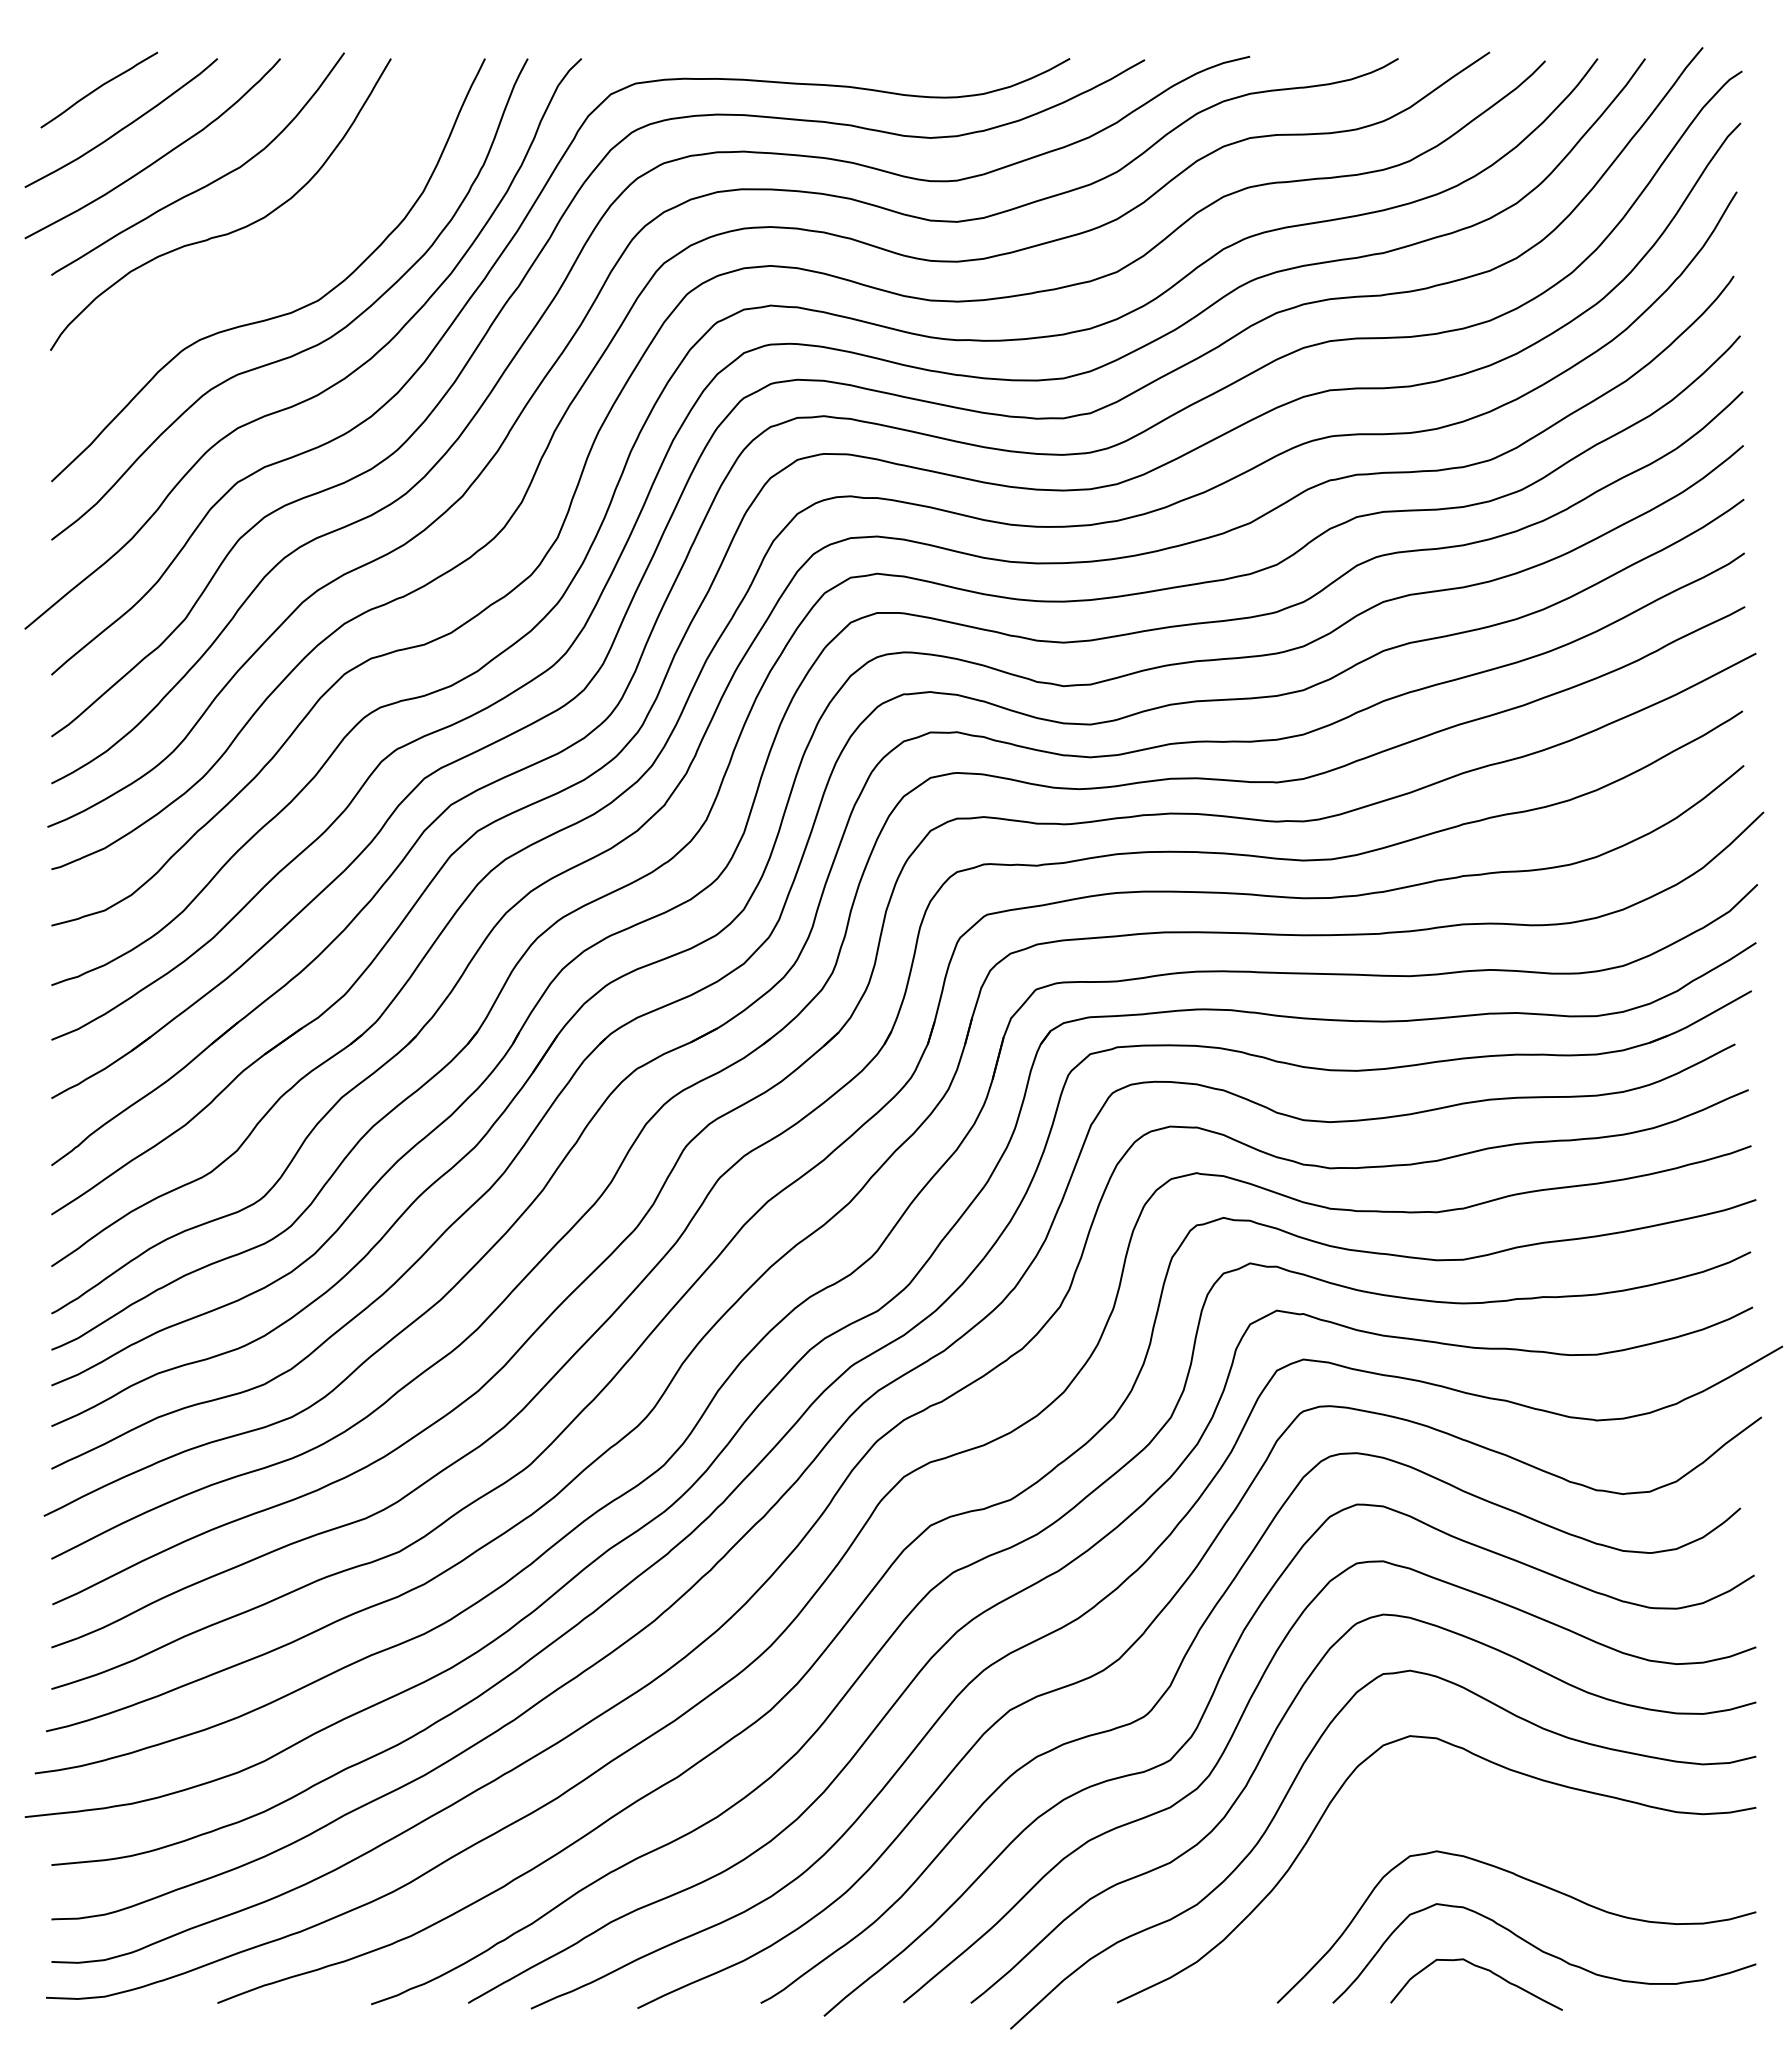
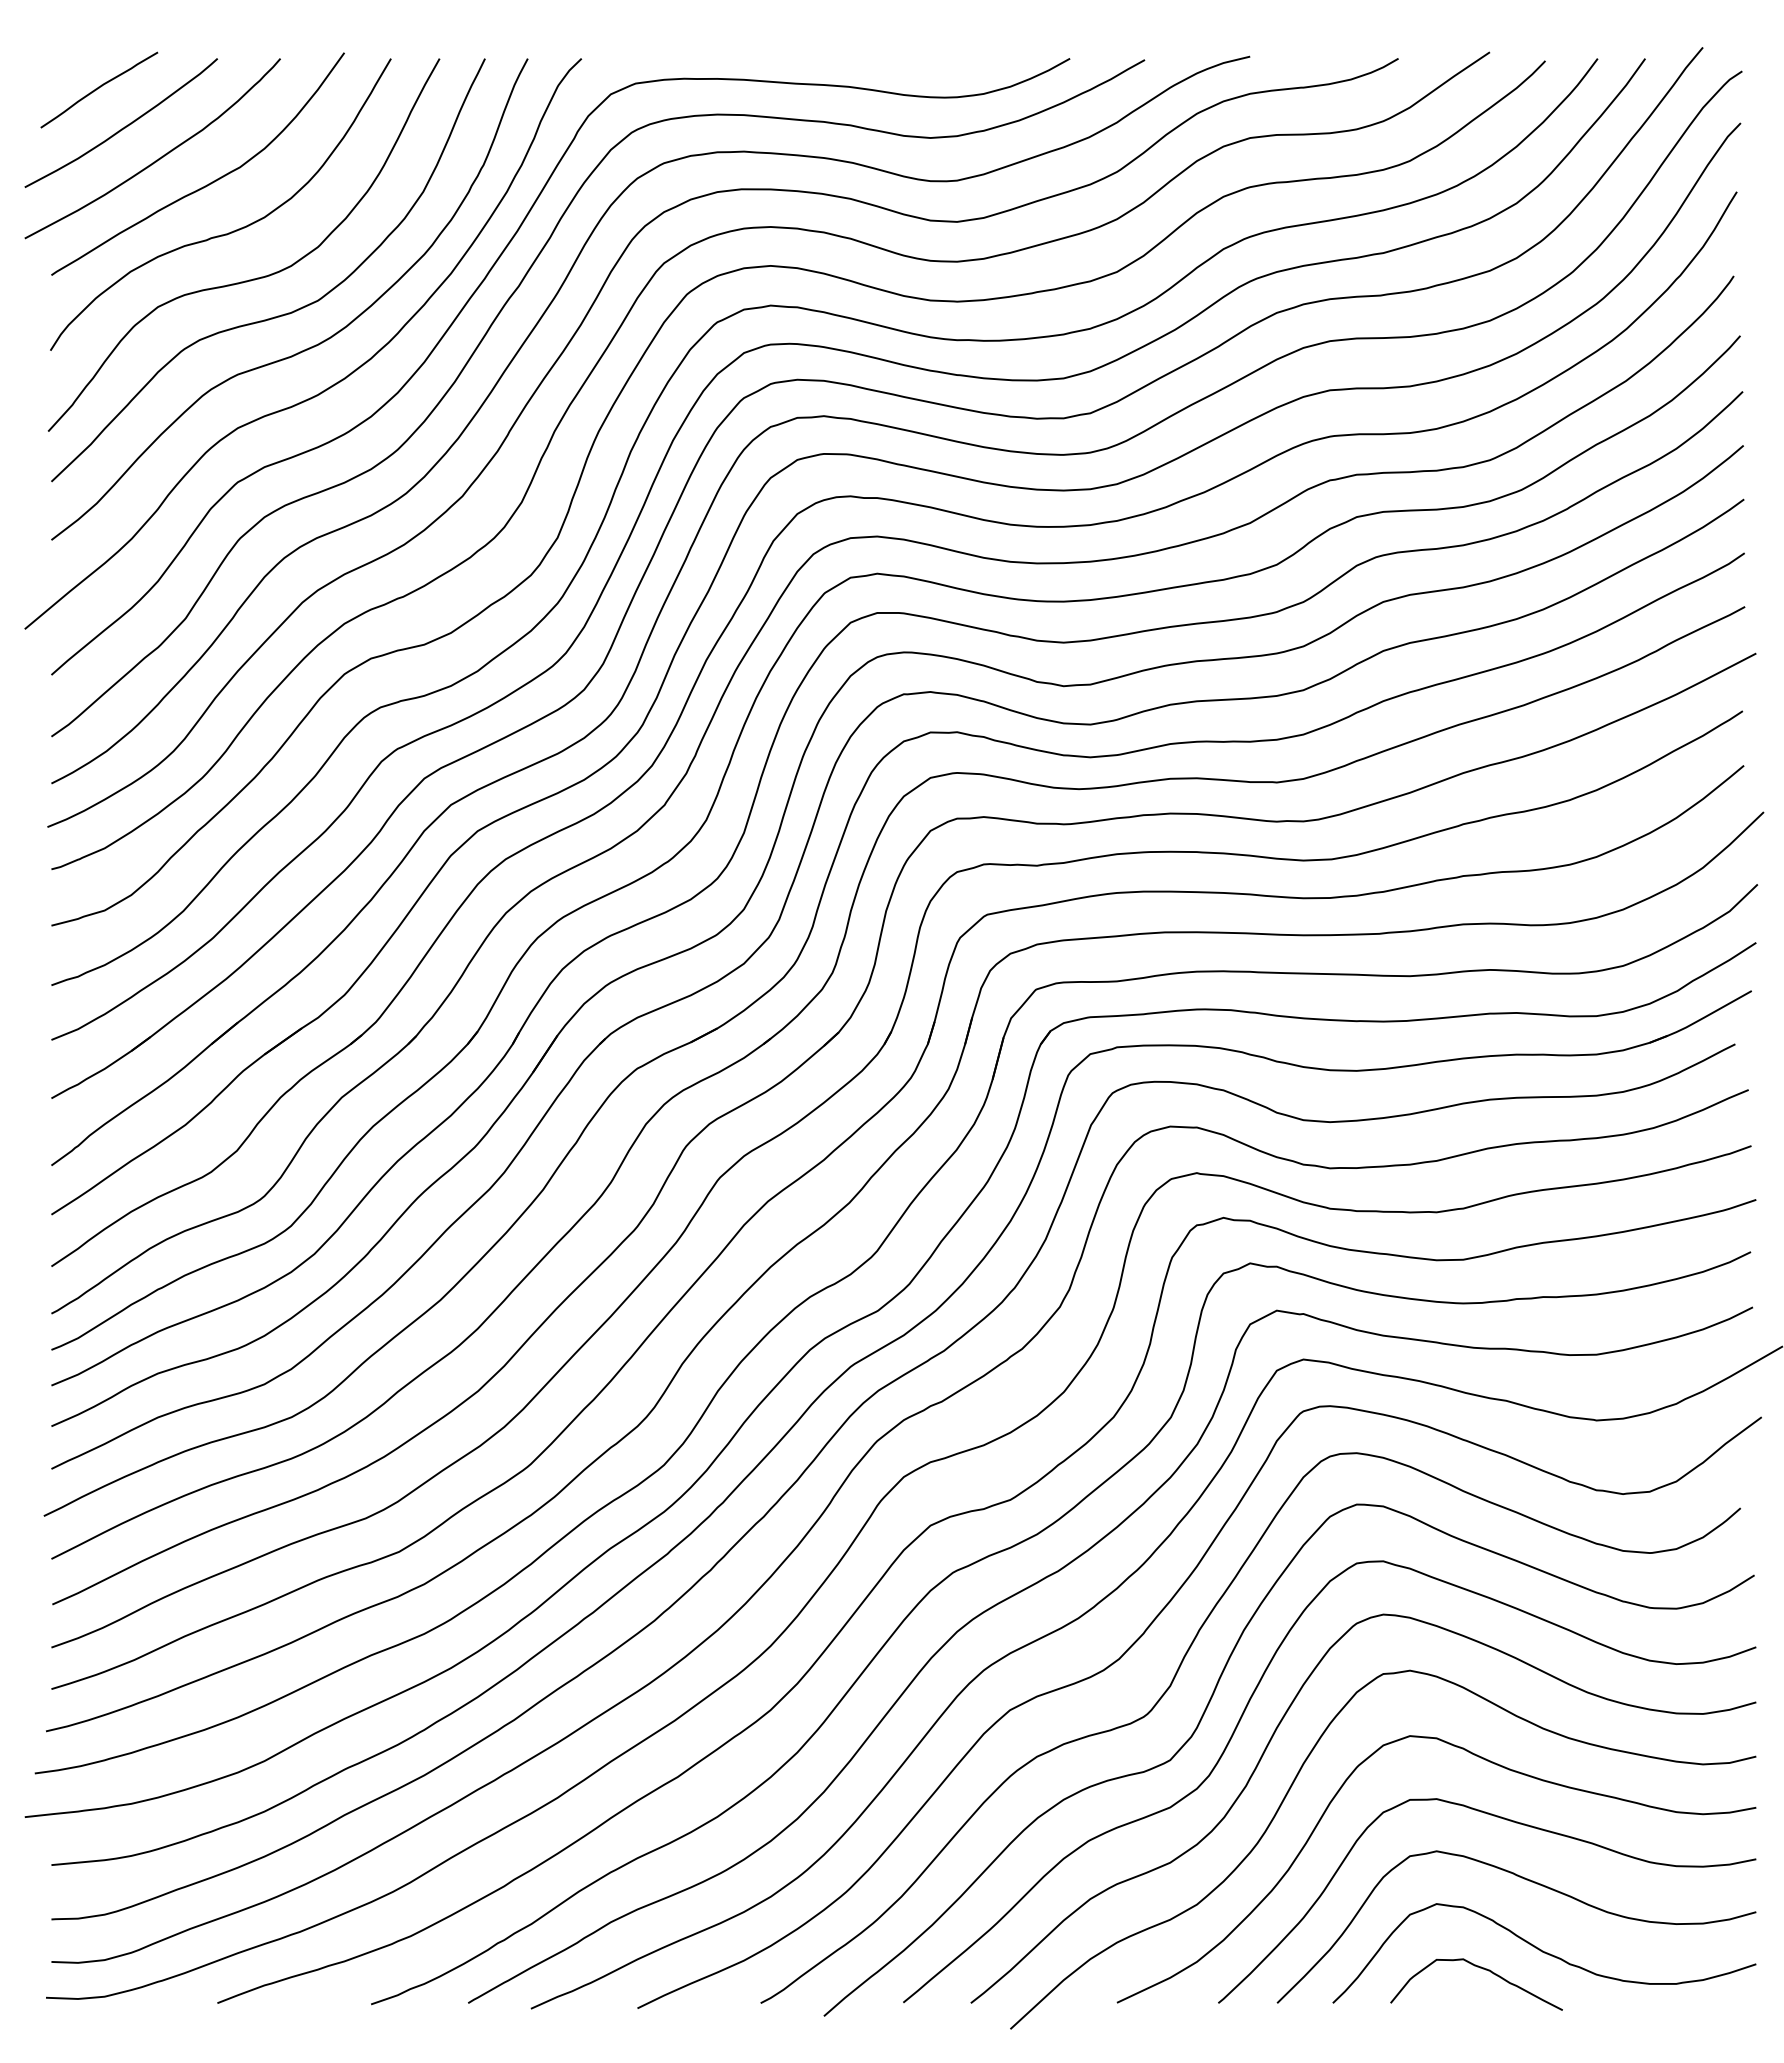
curve at (253, 278): none -> present
curve at (1509, 1821): none -> present
